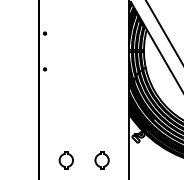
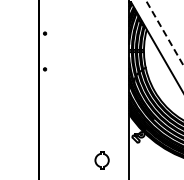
line at (165, 33): solid -> dashed
part at (65, 160): present -> none
